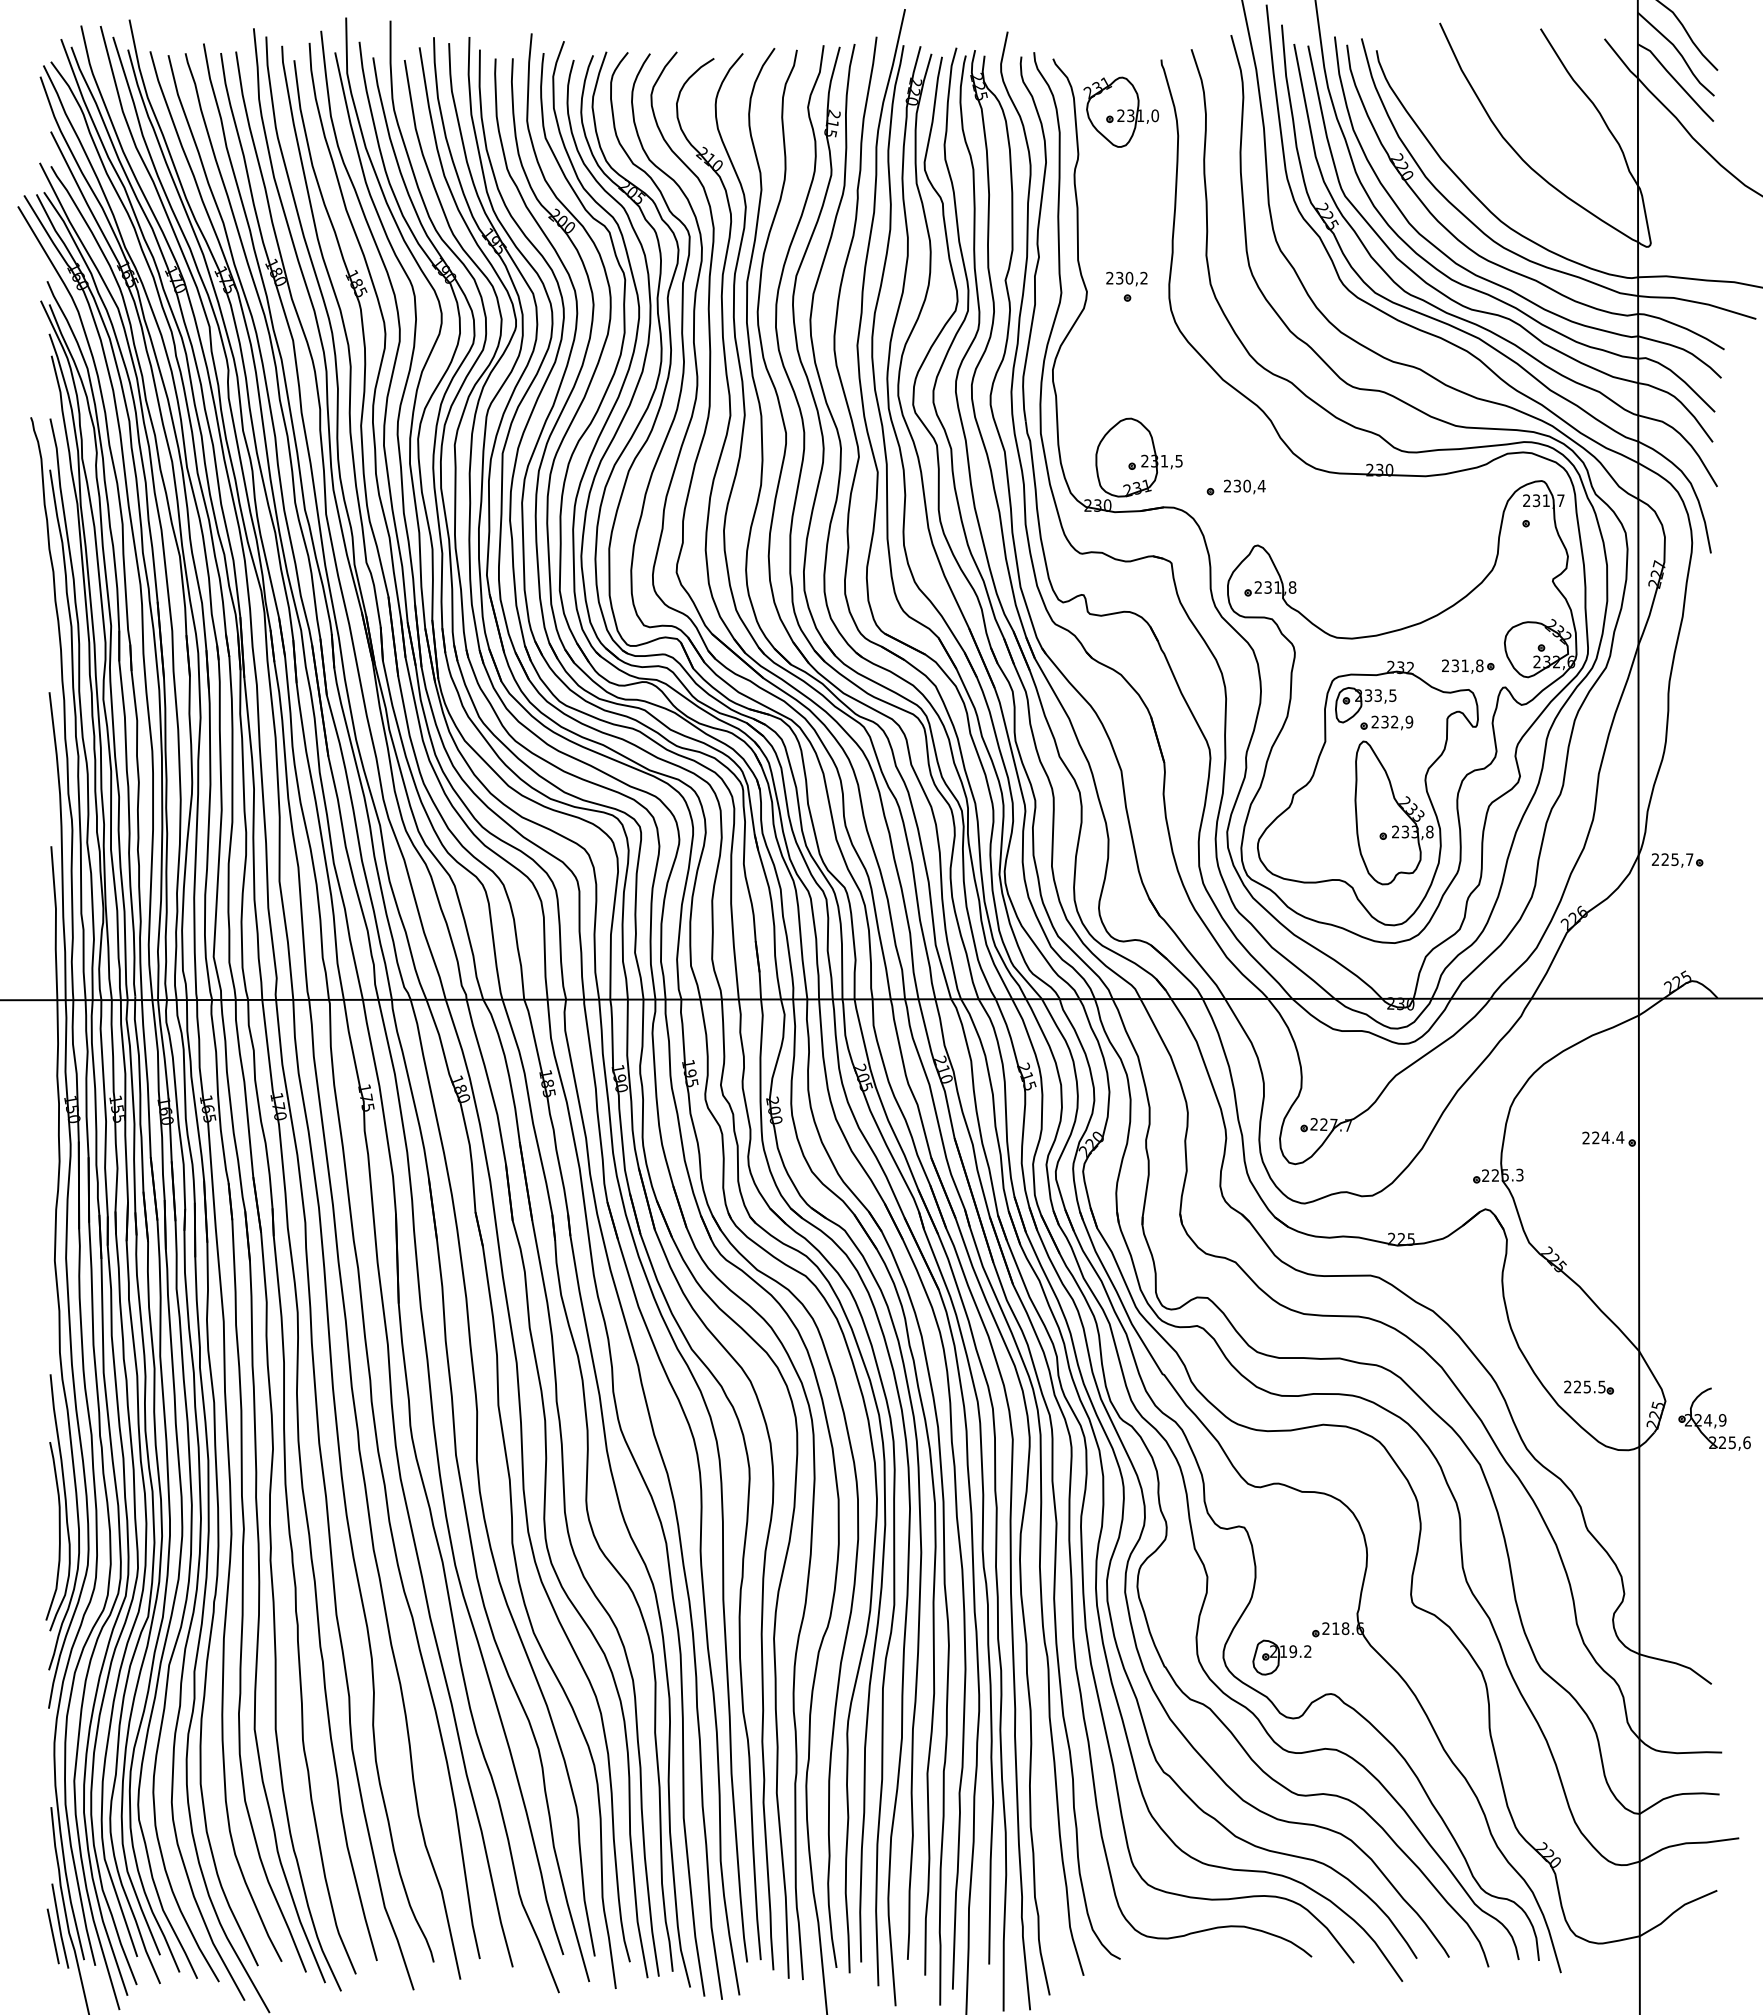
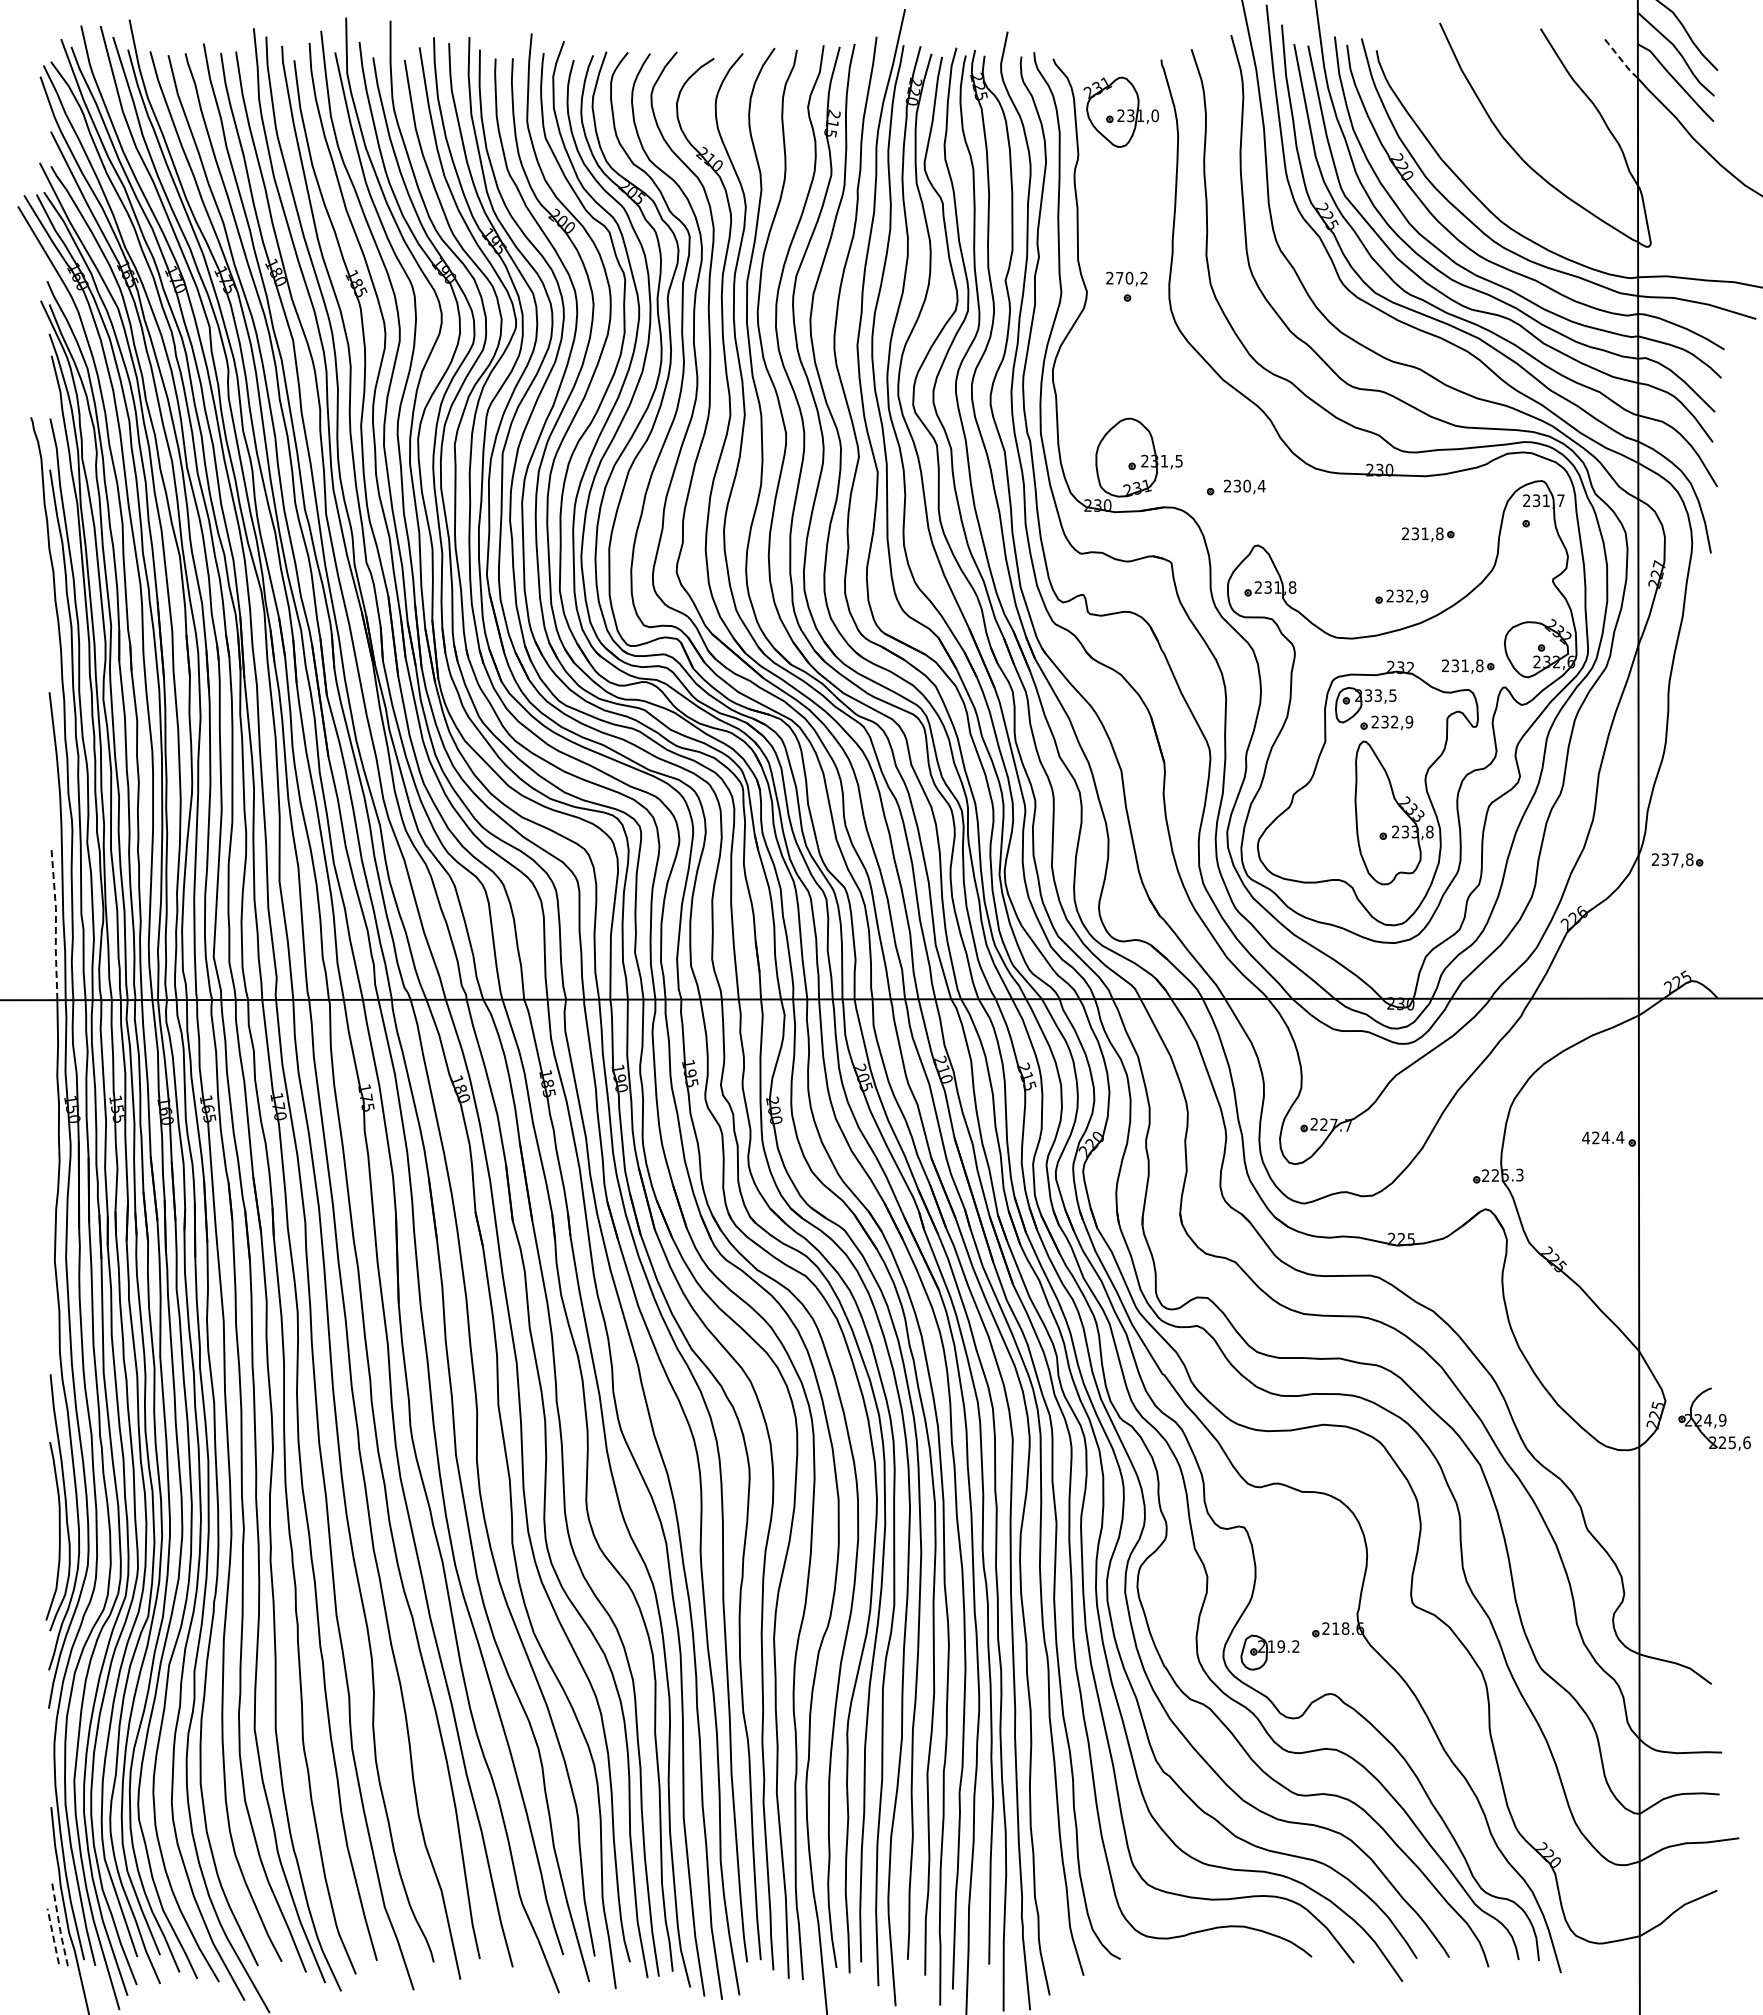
line at (1621, 59): solid -> dashed
text at (1119, 277): 230,2 -> 270,2
part at (1428, 534): none -> present
part at (1401, 596): none -> present
text at (1677, 859): 225,7 -> 237,8
line at (55, 922): solid -> dashed
text at (1586, 1137): 224.4 -> 424.4
part at (1588, 1387): present -> none
part at (1281, 1657) position: (1281, 1657) -> (1269, 1652)
line at (59, 1927): solid -> dashed
line at (53, 1935): solid -> dashed
